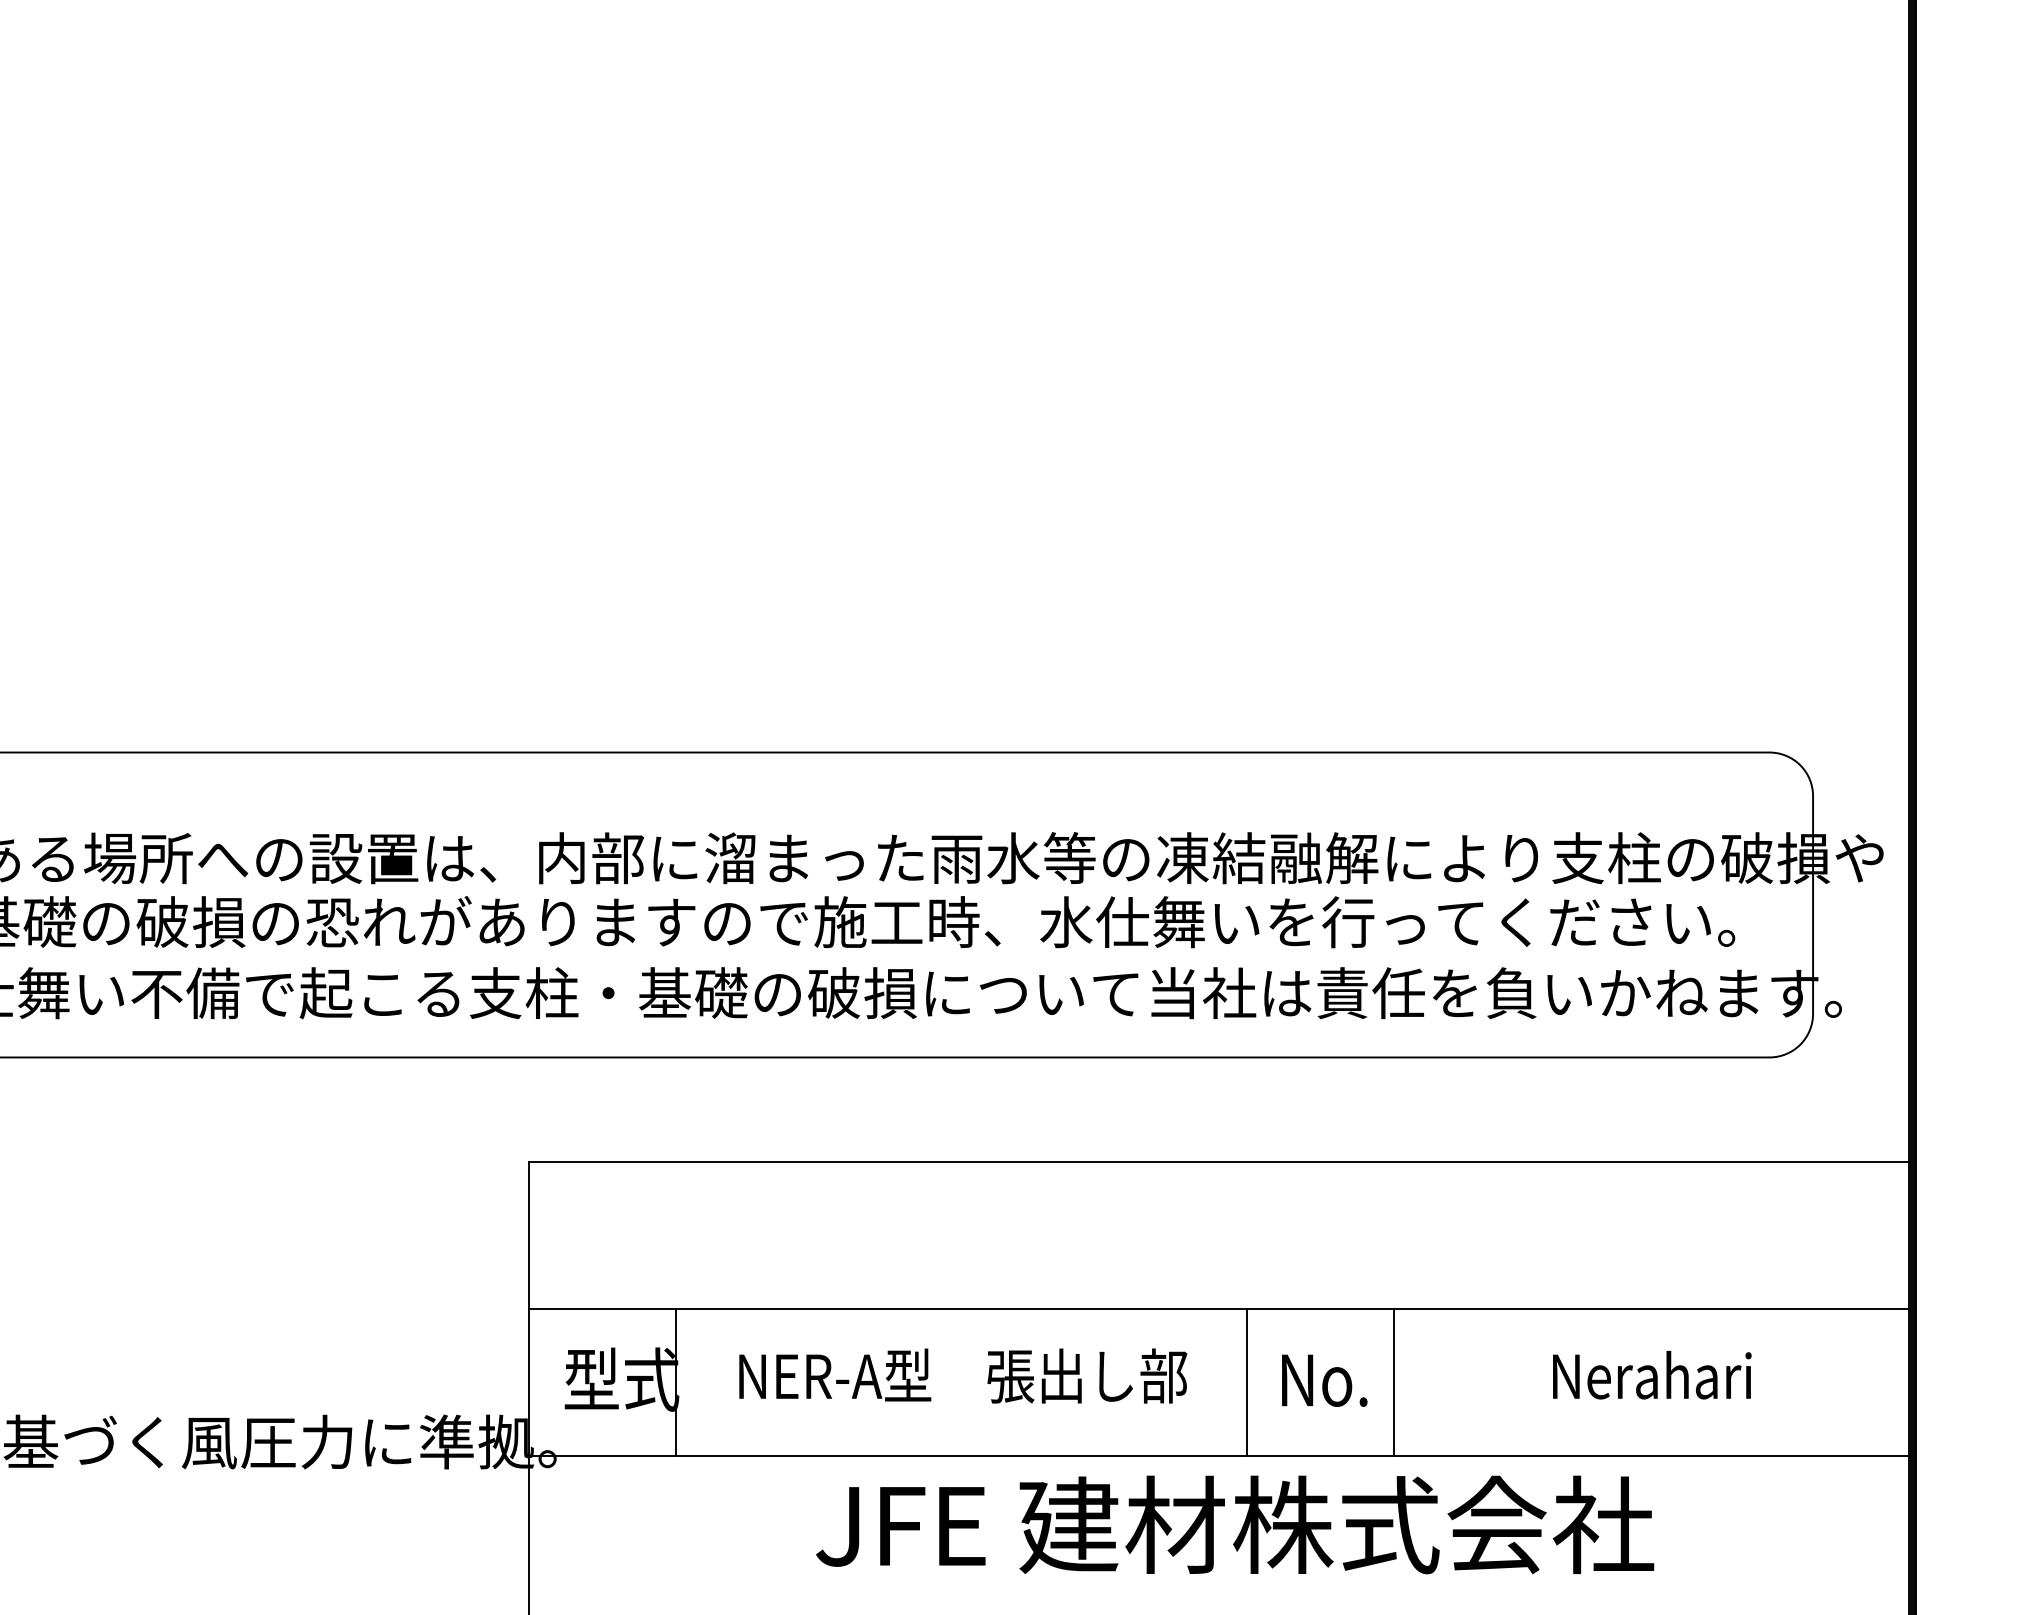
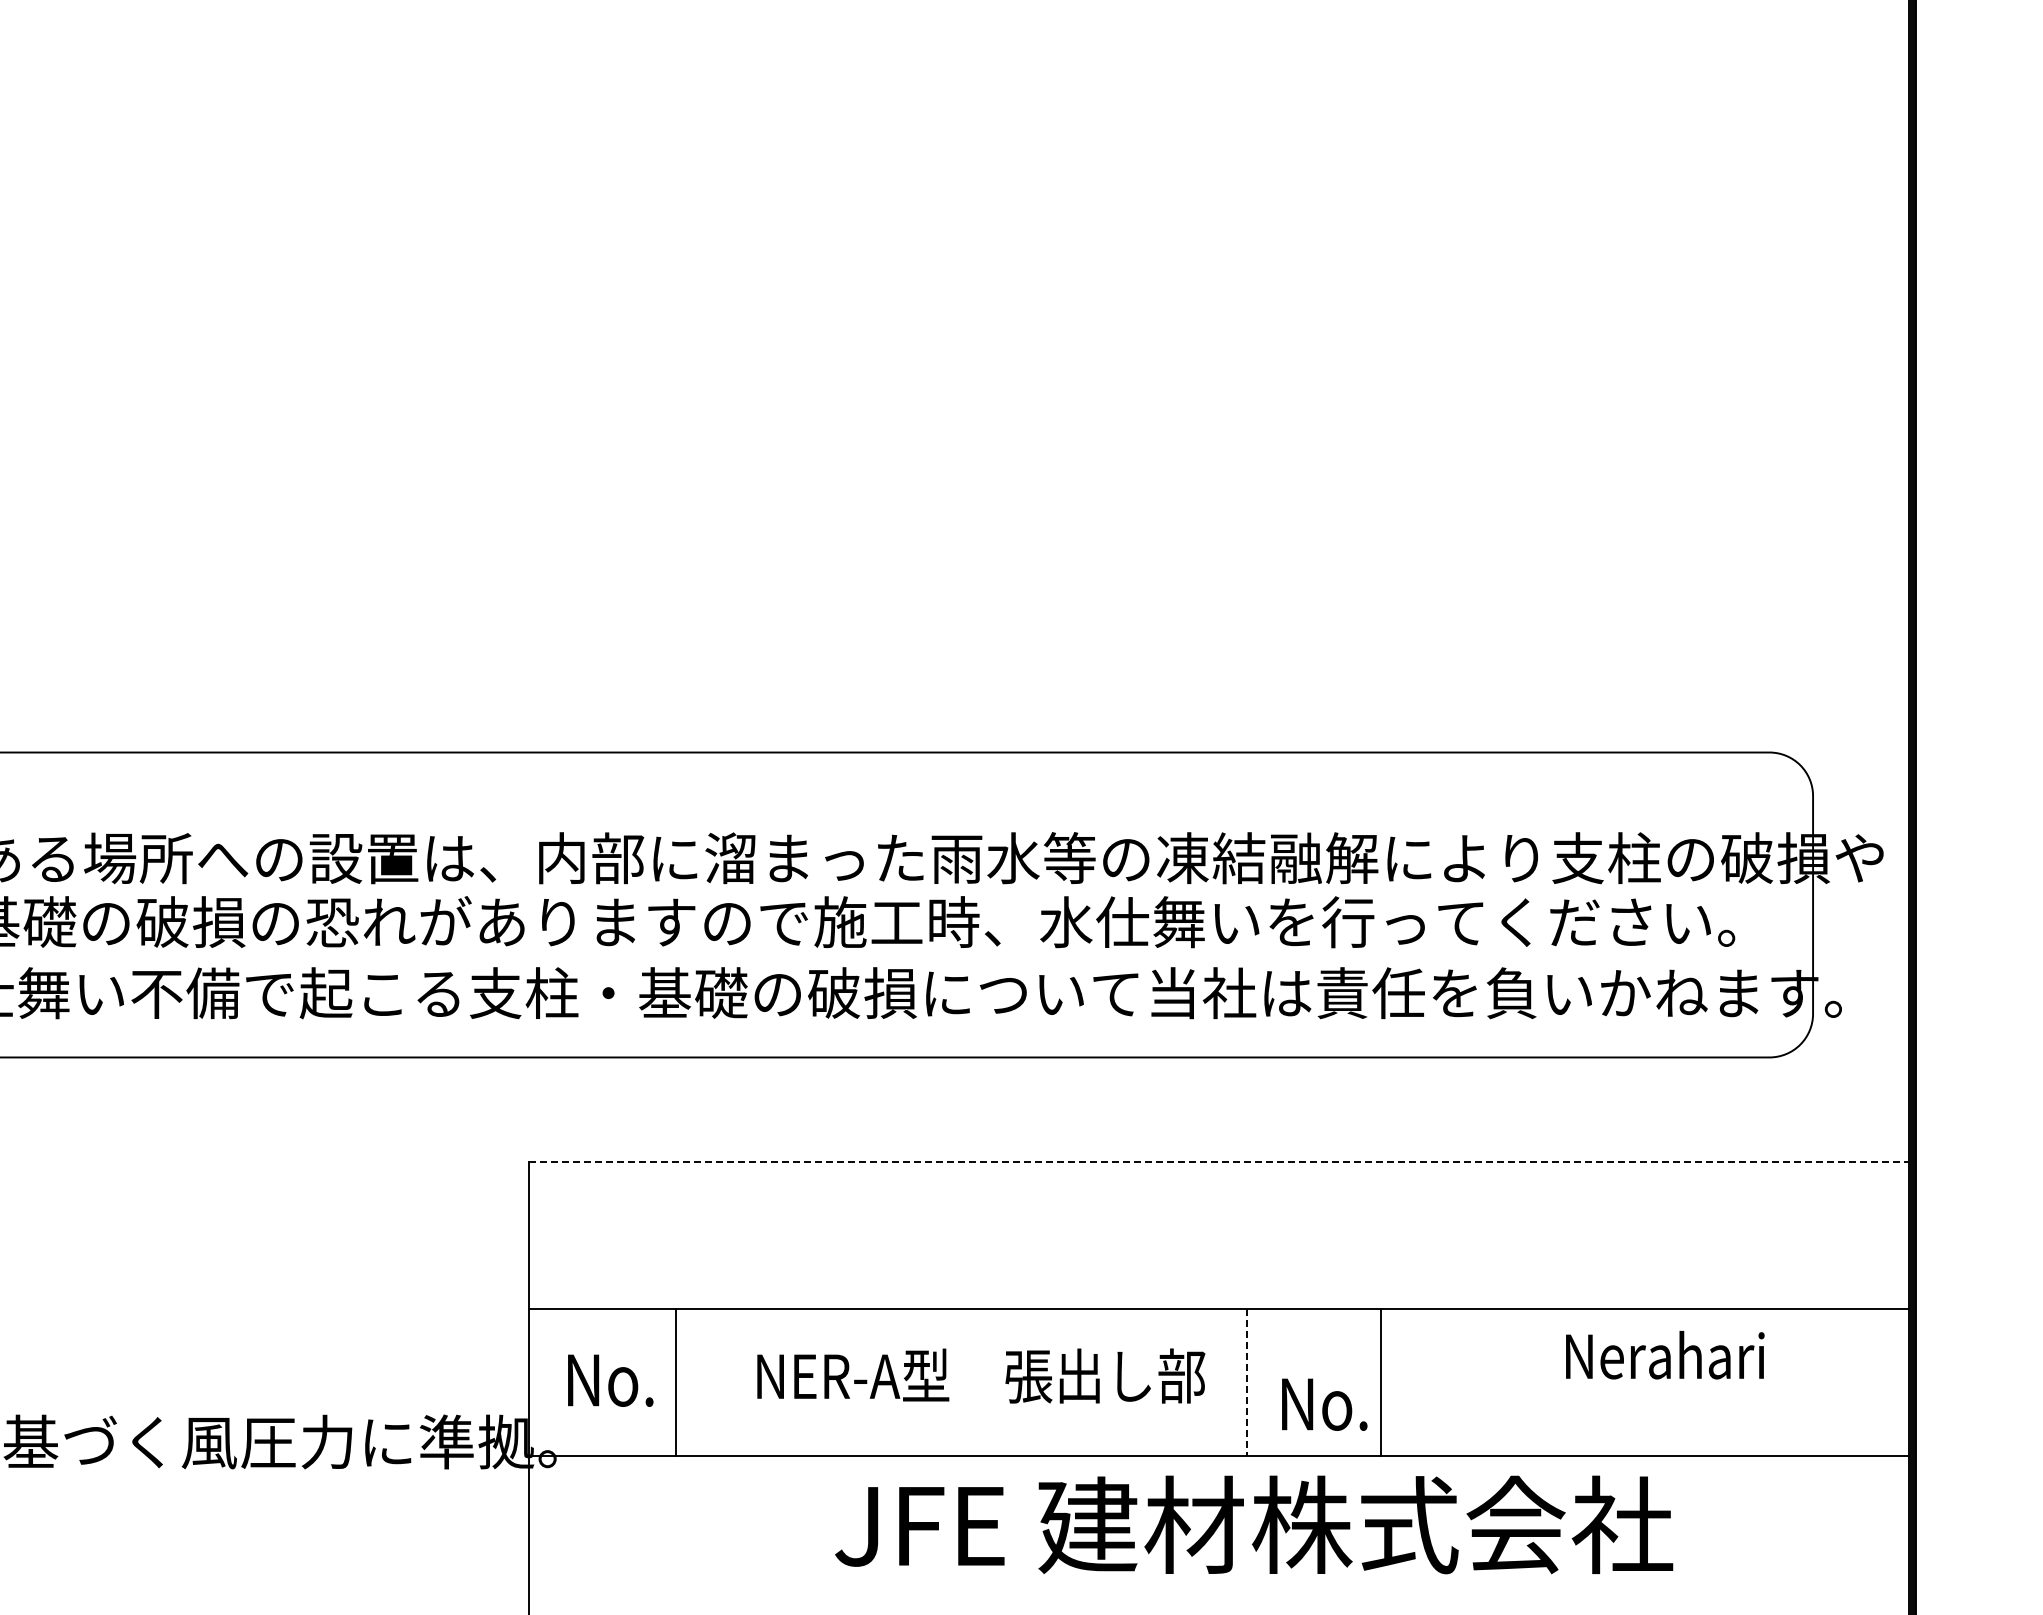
line at (1219, 1161): solid -> dashed
text at (963, 1375) position: (963, 1375) -> (981, 1375)
text at (1652, 1375) position: (1652, 1375) -> (1665, 1355)
text at (621, 1379): 型式 -> No.
text at (1324, 1380) position: (1324, 1380) -> (1324, 1404)
line at (1394, 1381) position: (1394, 1381) -> (1381, 1381)
line at (1247, 1382): solid -> dashed
text at (1235, 1524) position: (1235, 1524) -> (1254, 1524)
